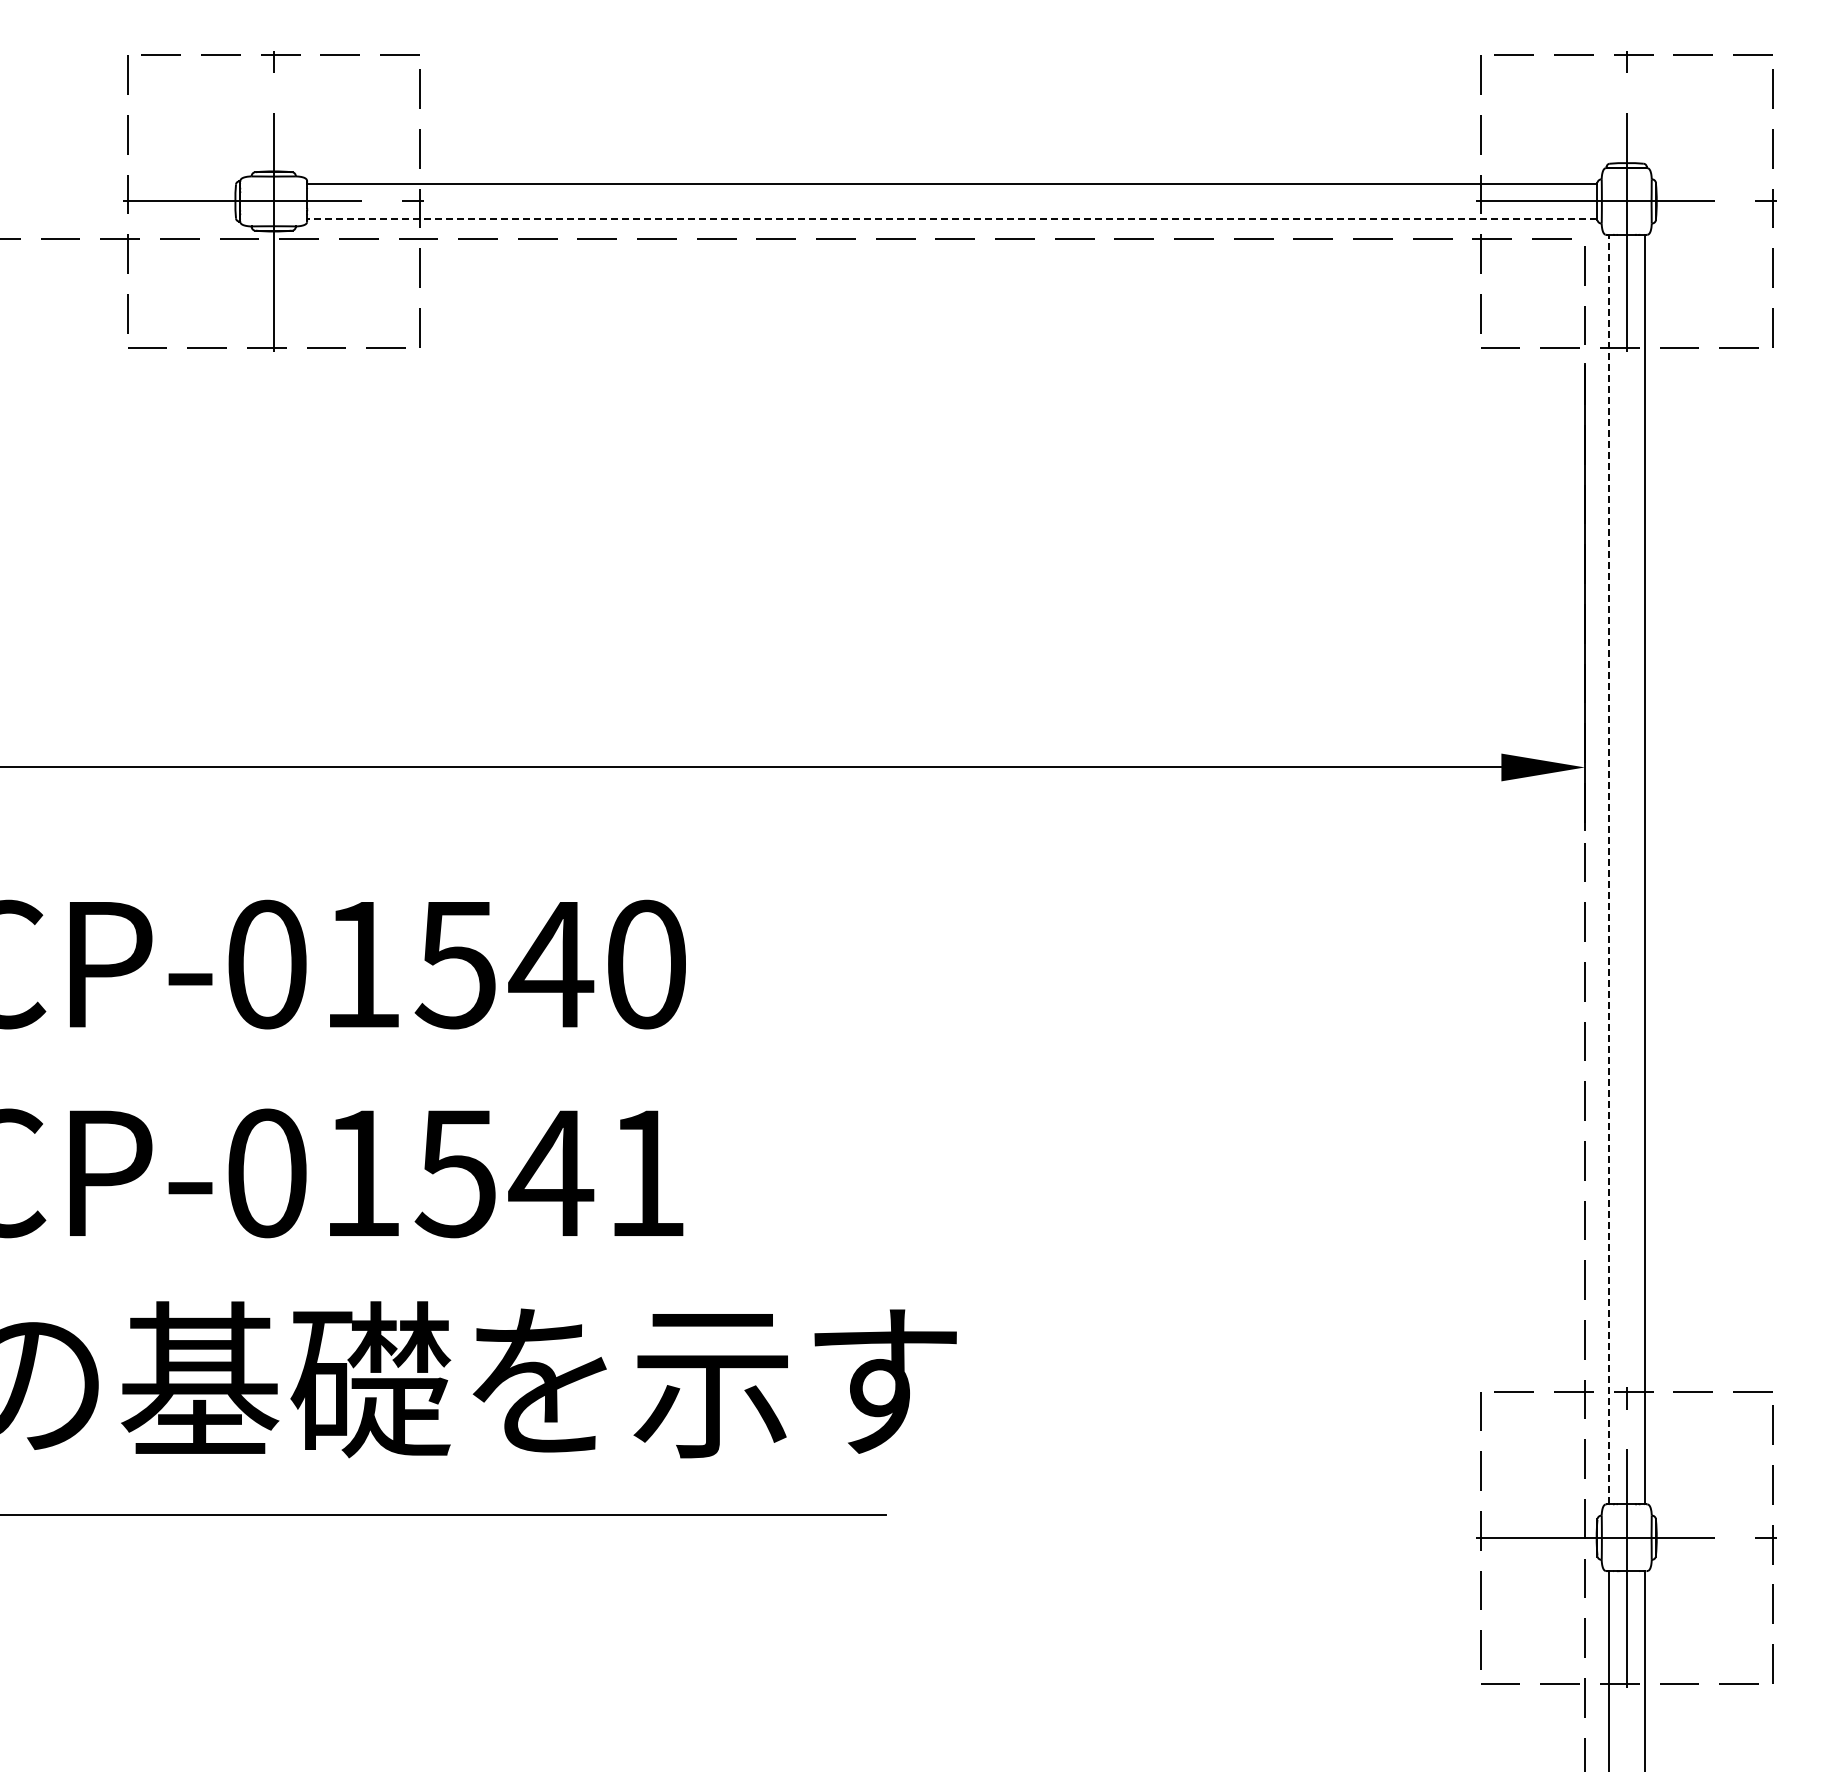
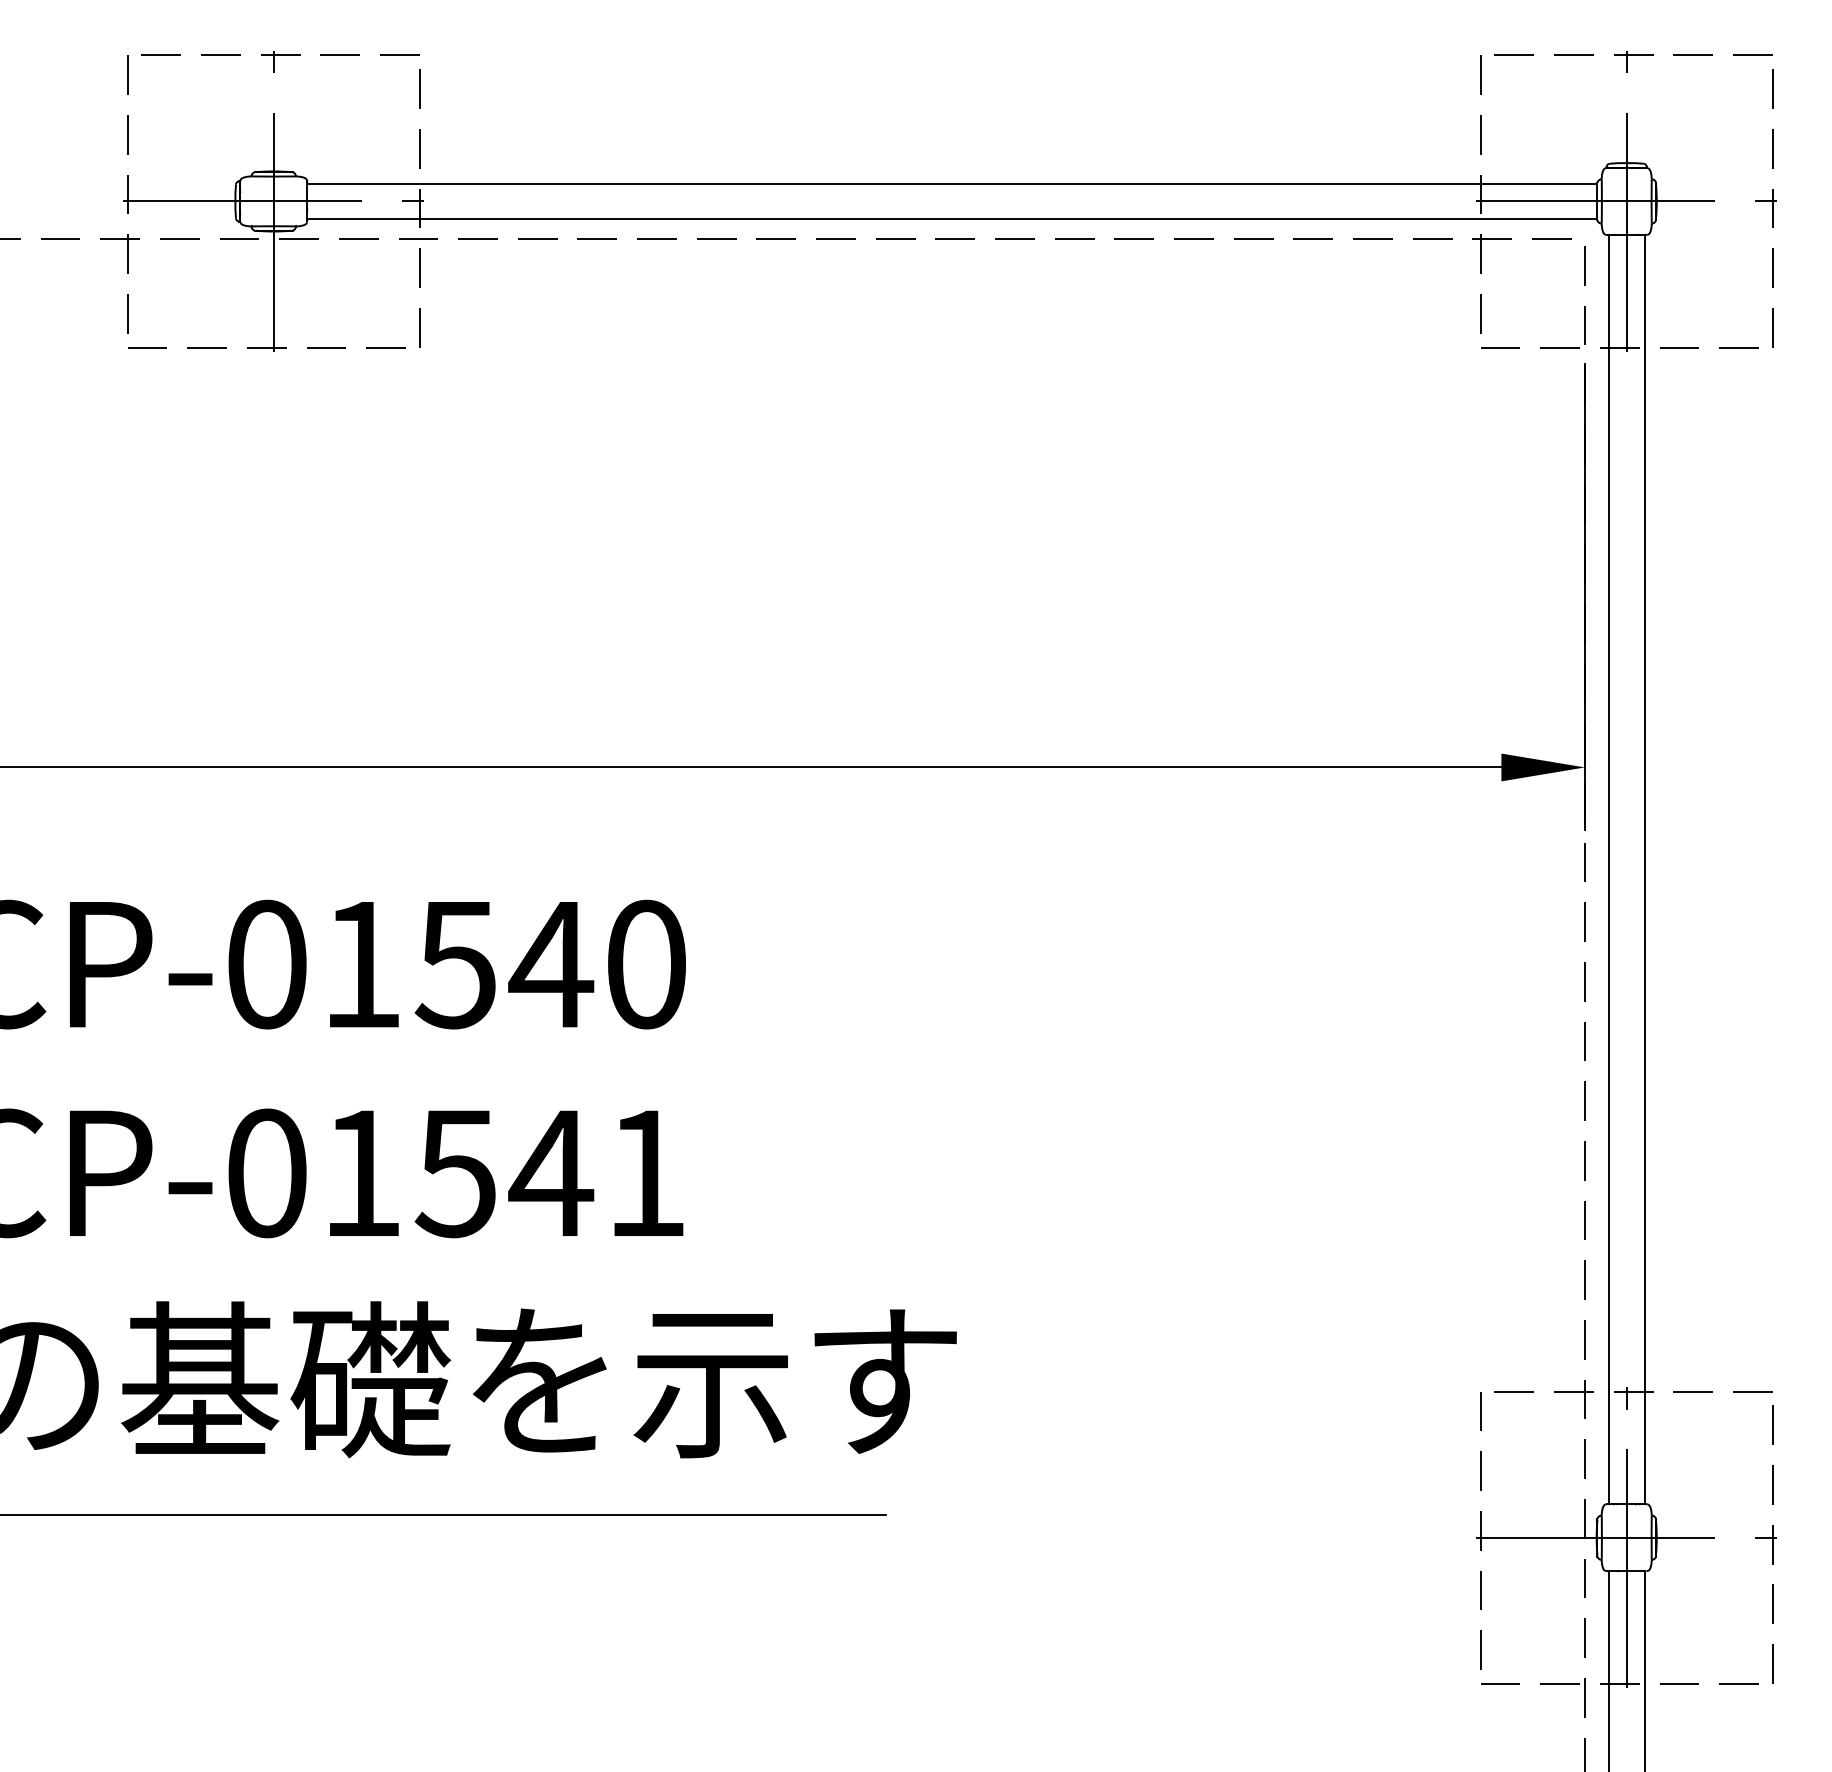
line at (951, 219): dashed -> solid
line at (1608, 869): dashed -> solid
